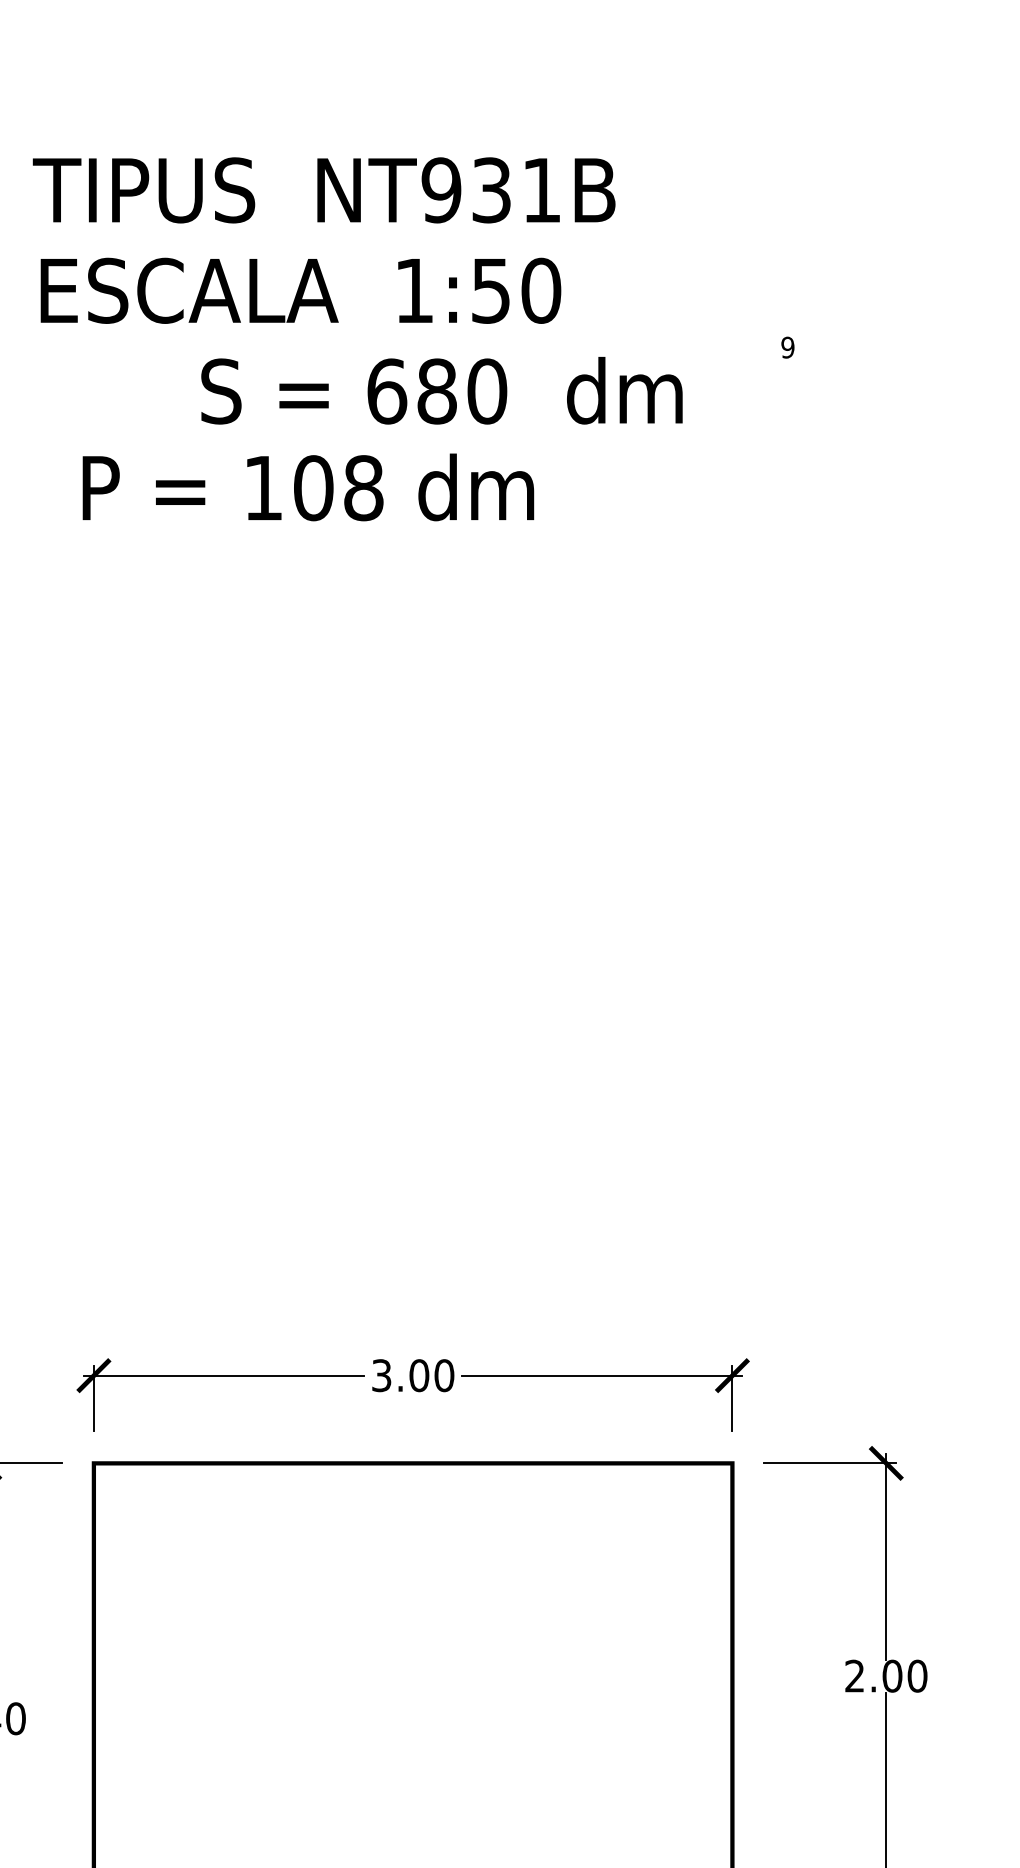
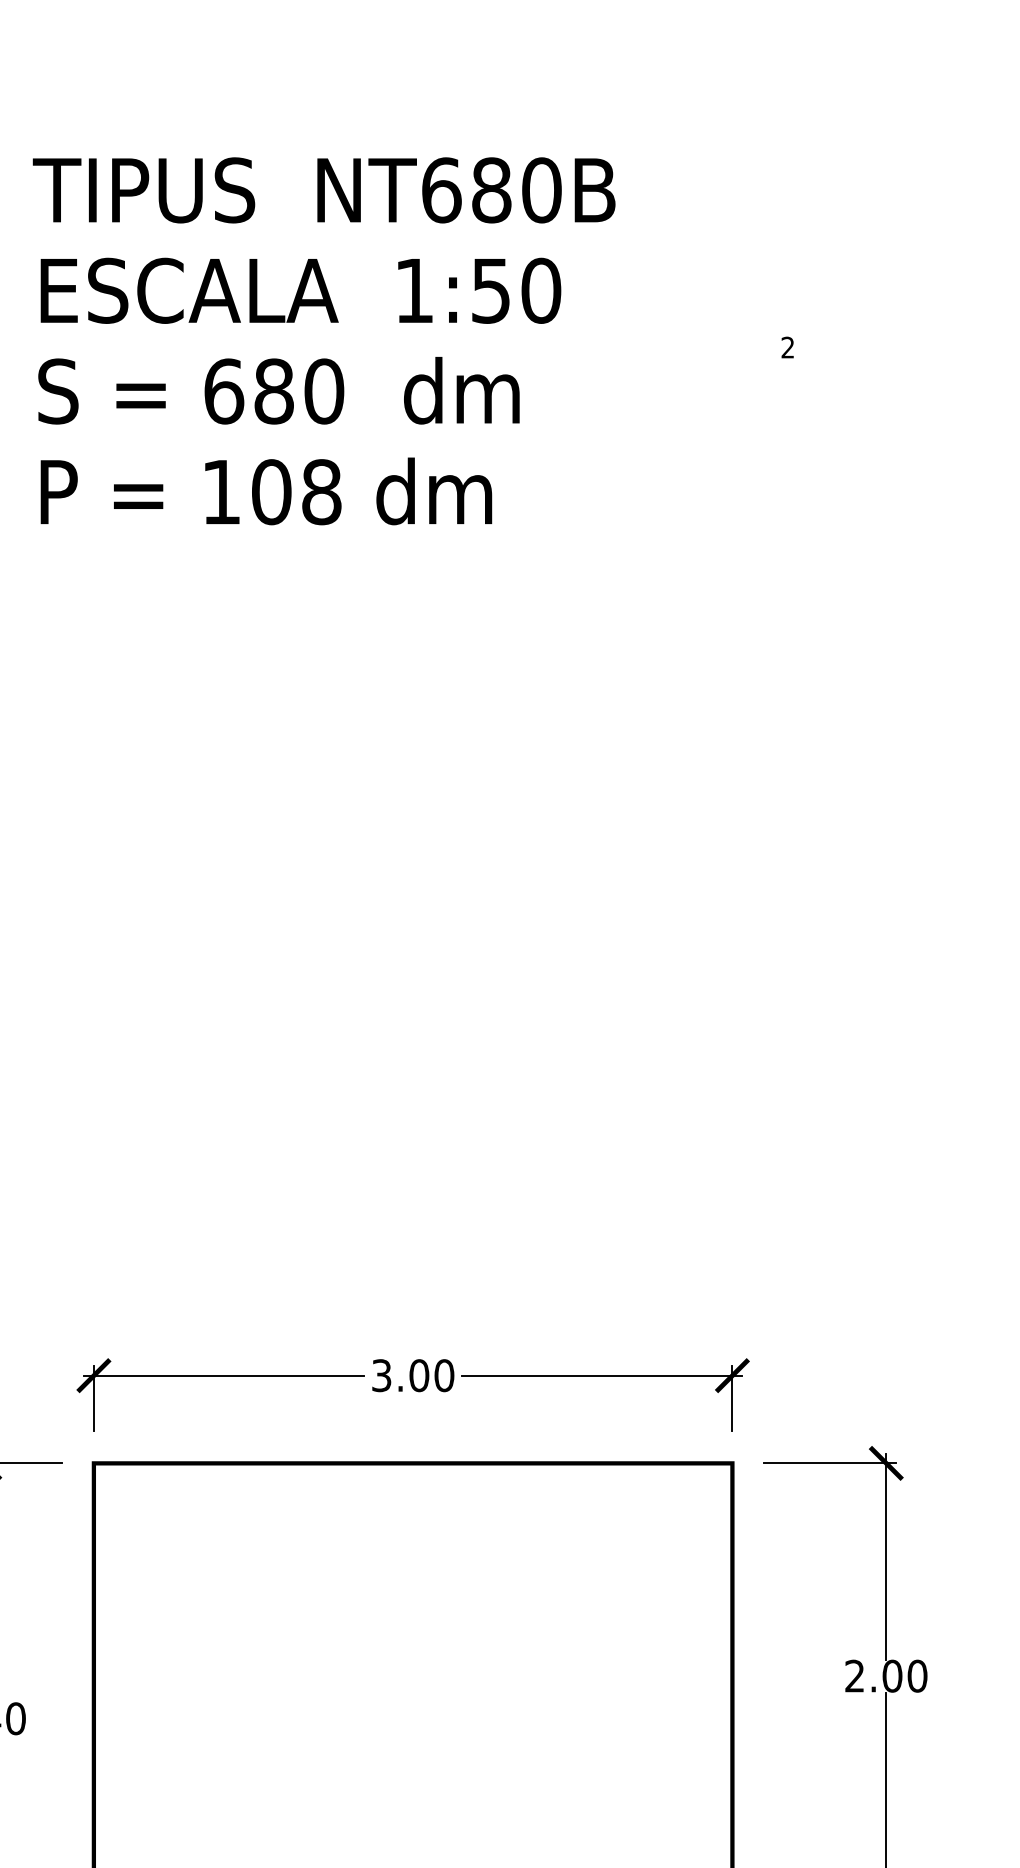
text at (491, 190): NT931B -> NT680B
text at (787, 347): 9 -> 2
text at (441, 390) position: (441, 390) -> (278, 390)
text at (308, 487) position: (308, 487) -> (266, 491)
